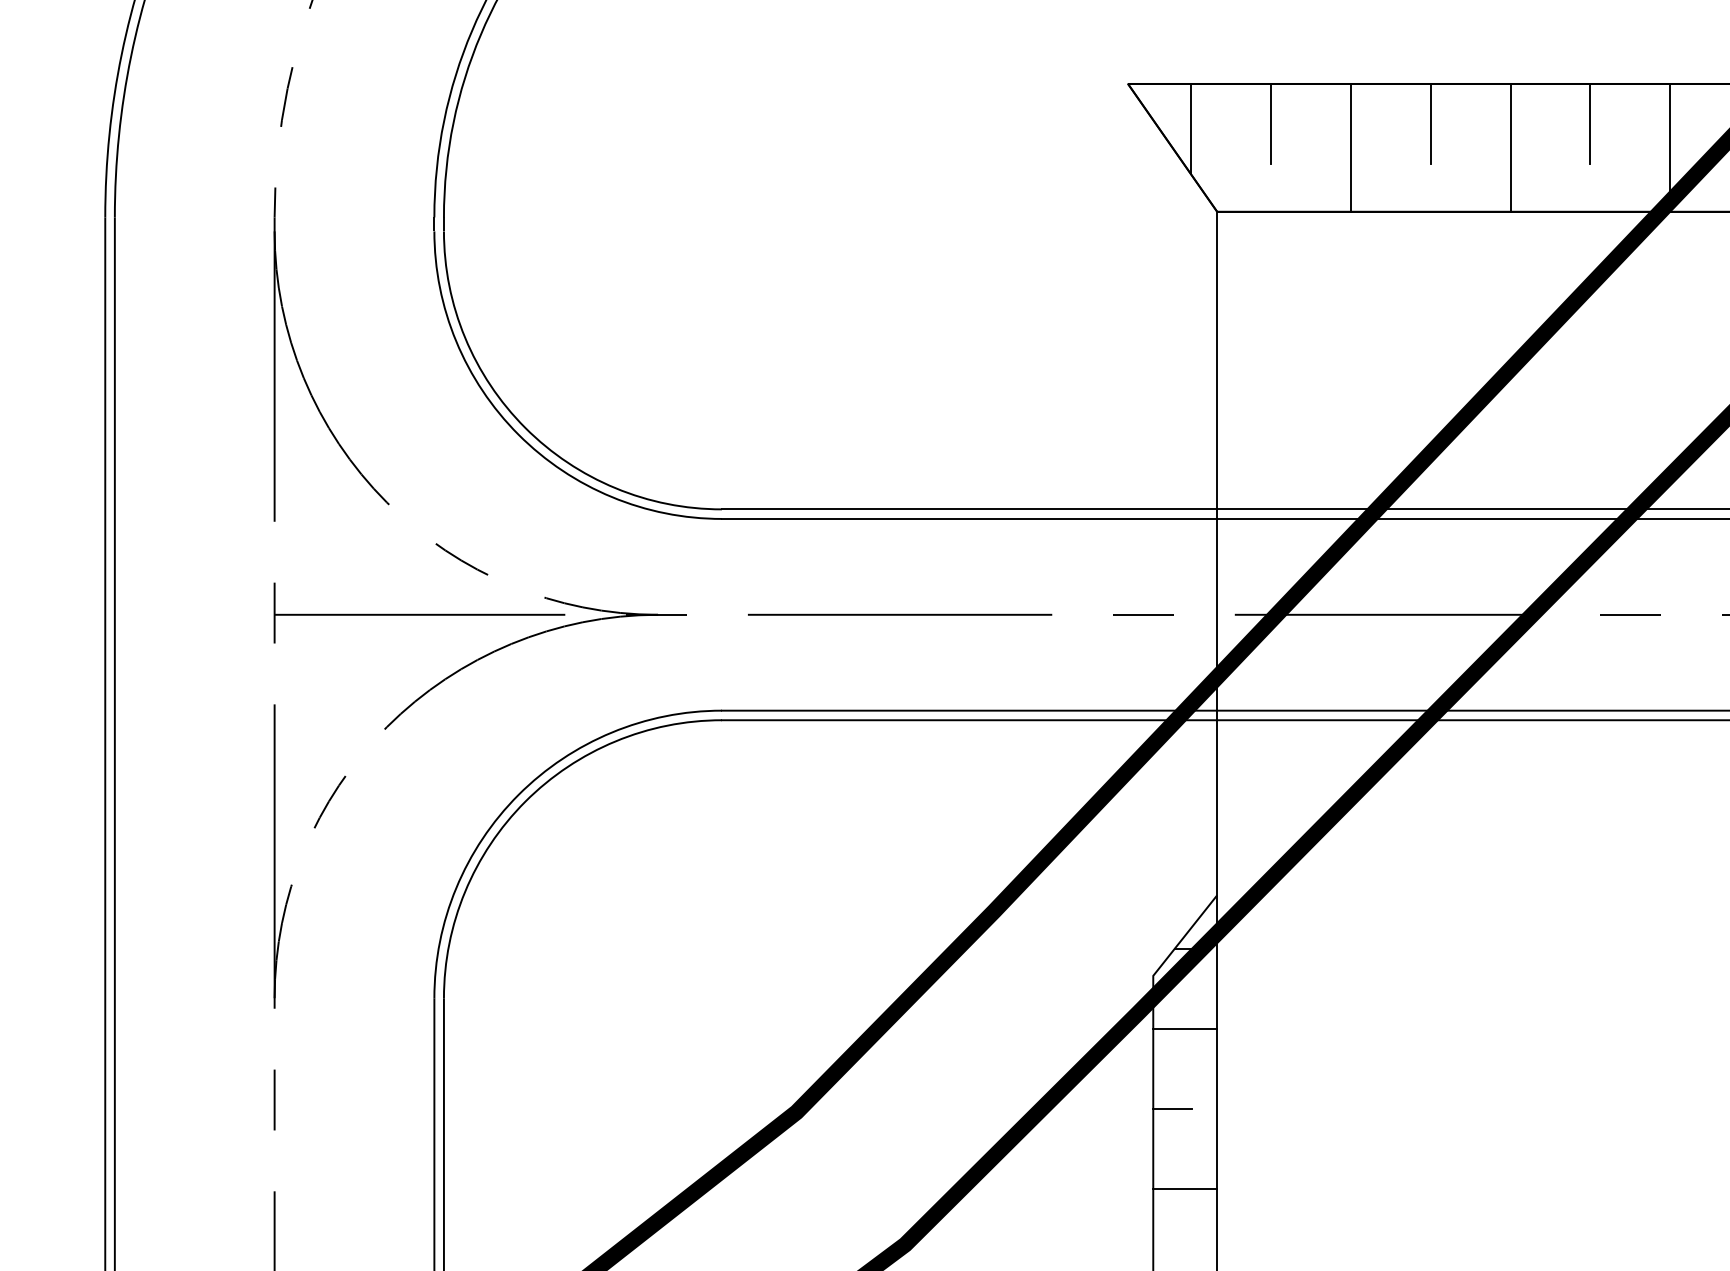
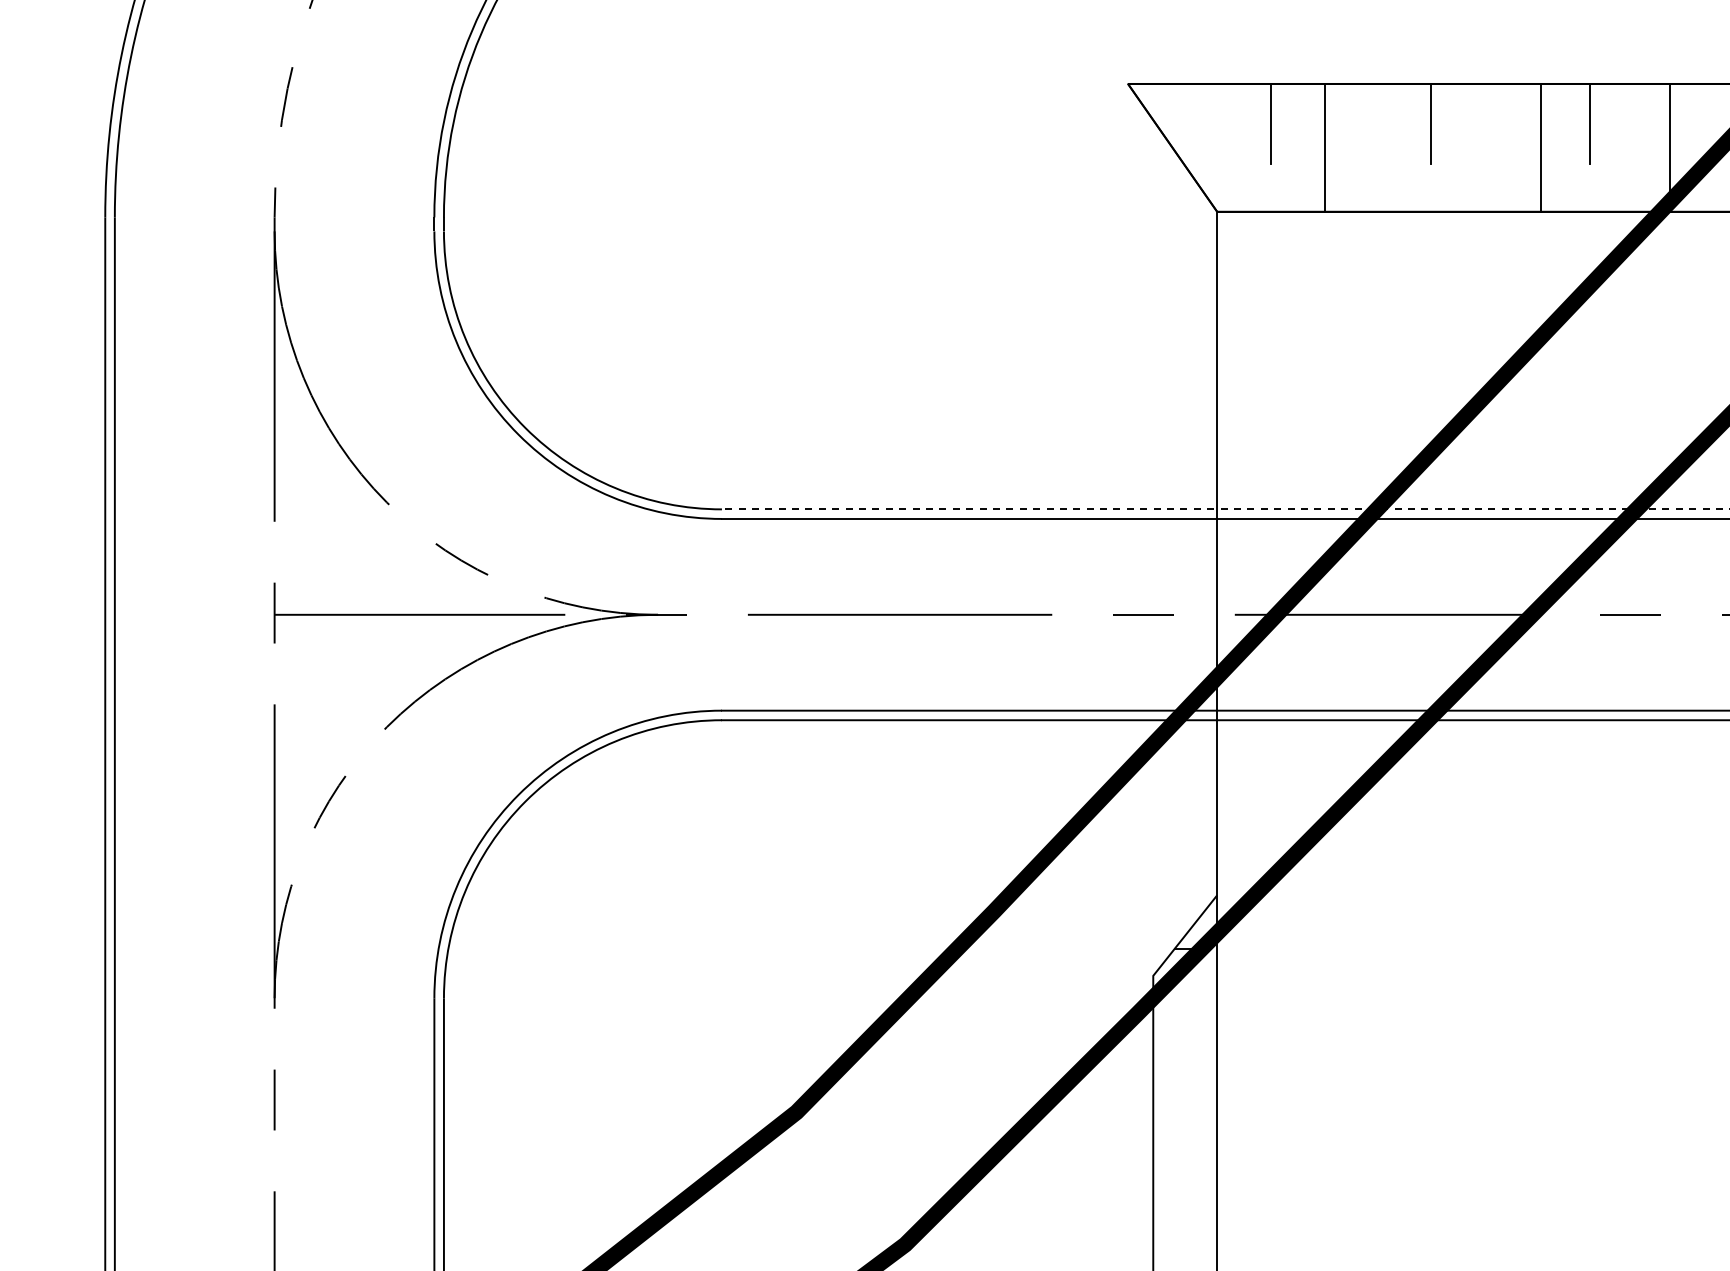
line at (1191, 128): present -> none
line at (1350, 147) position: (1350, 147) -> (1324, 147)
line at (1510, 147) position: (1510, 147) -> (1540, 147)
line at (1225, 509): solid -> dashed
line at (1185, 1028): present -> none
line at (1172, 1108): present -> none
line at (1185, 1188): present -> none
